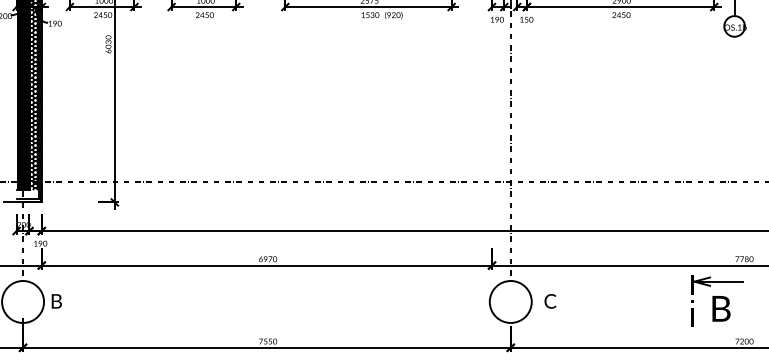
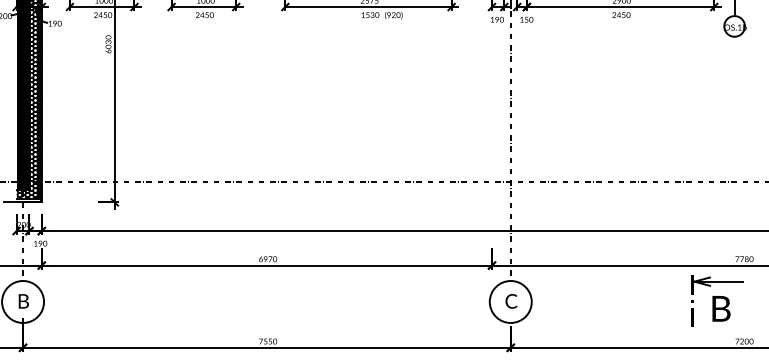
hatch at (27, 194): none -> present
text at (56, 301) position: (56, 301) -> (23, 301)
text at (550, 301) position: (550, 301) -> (511, 301)
